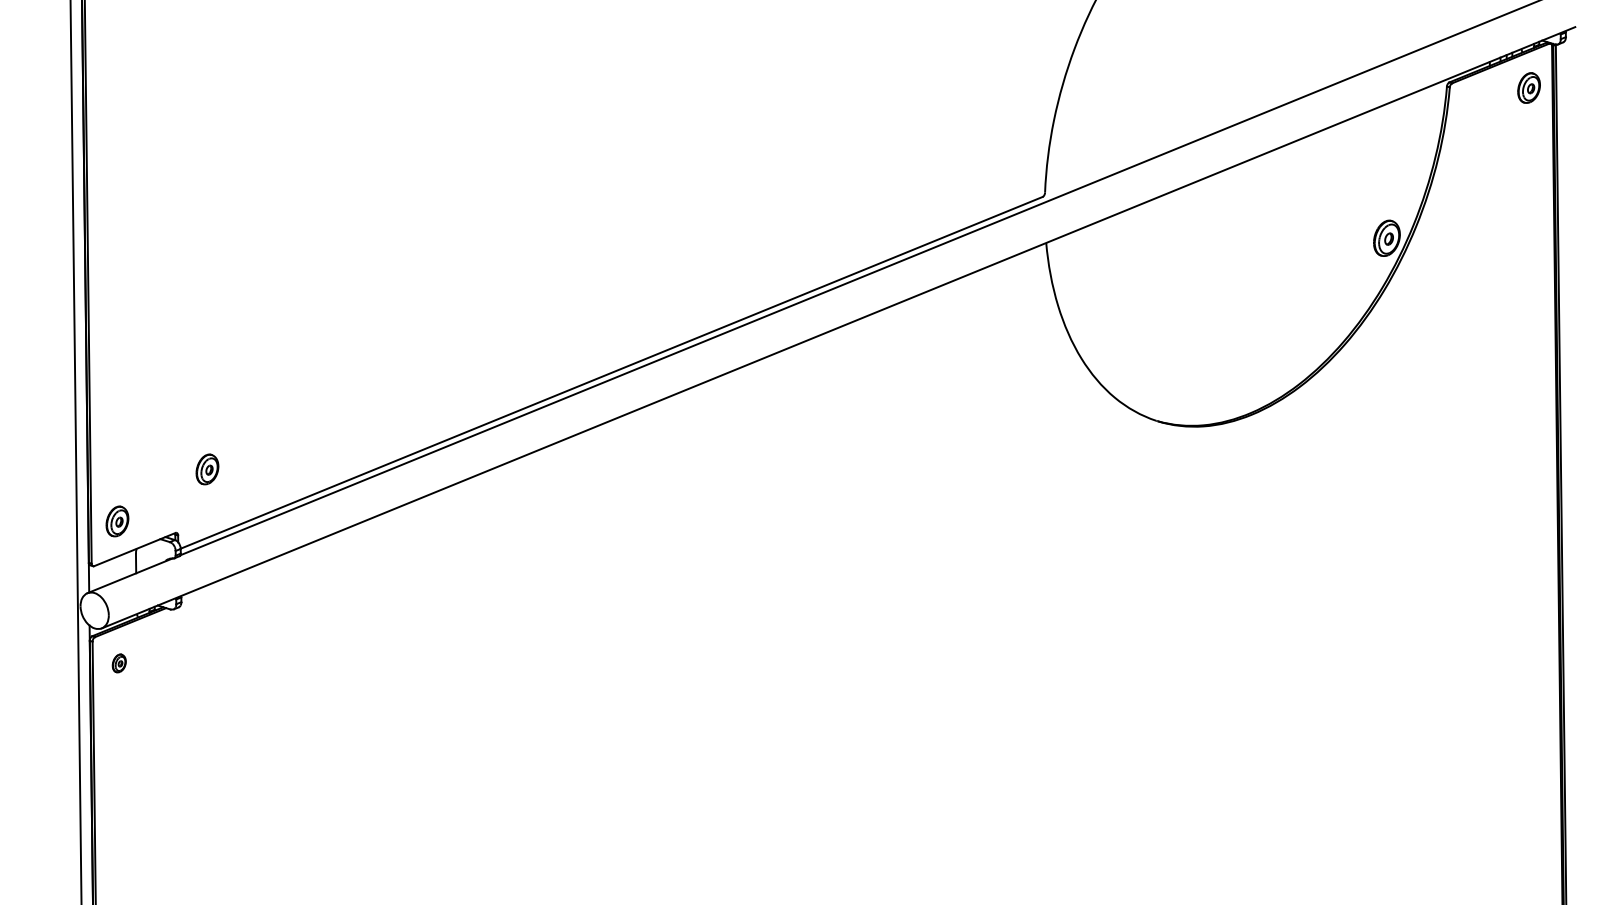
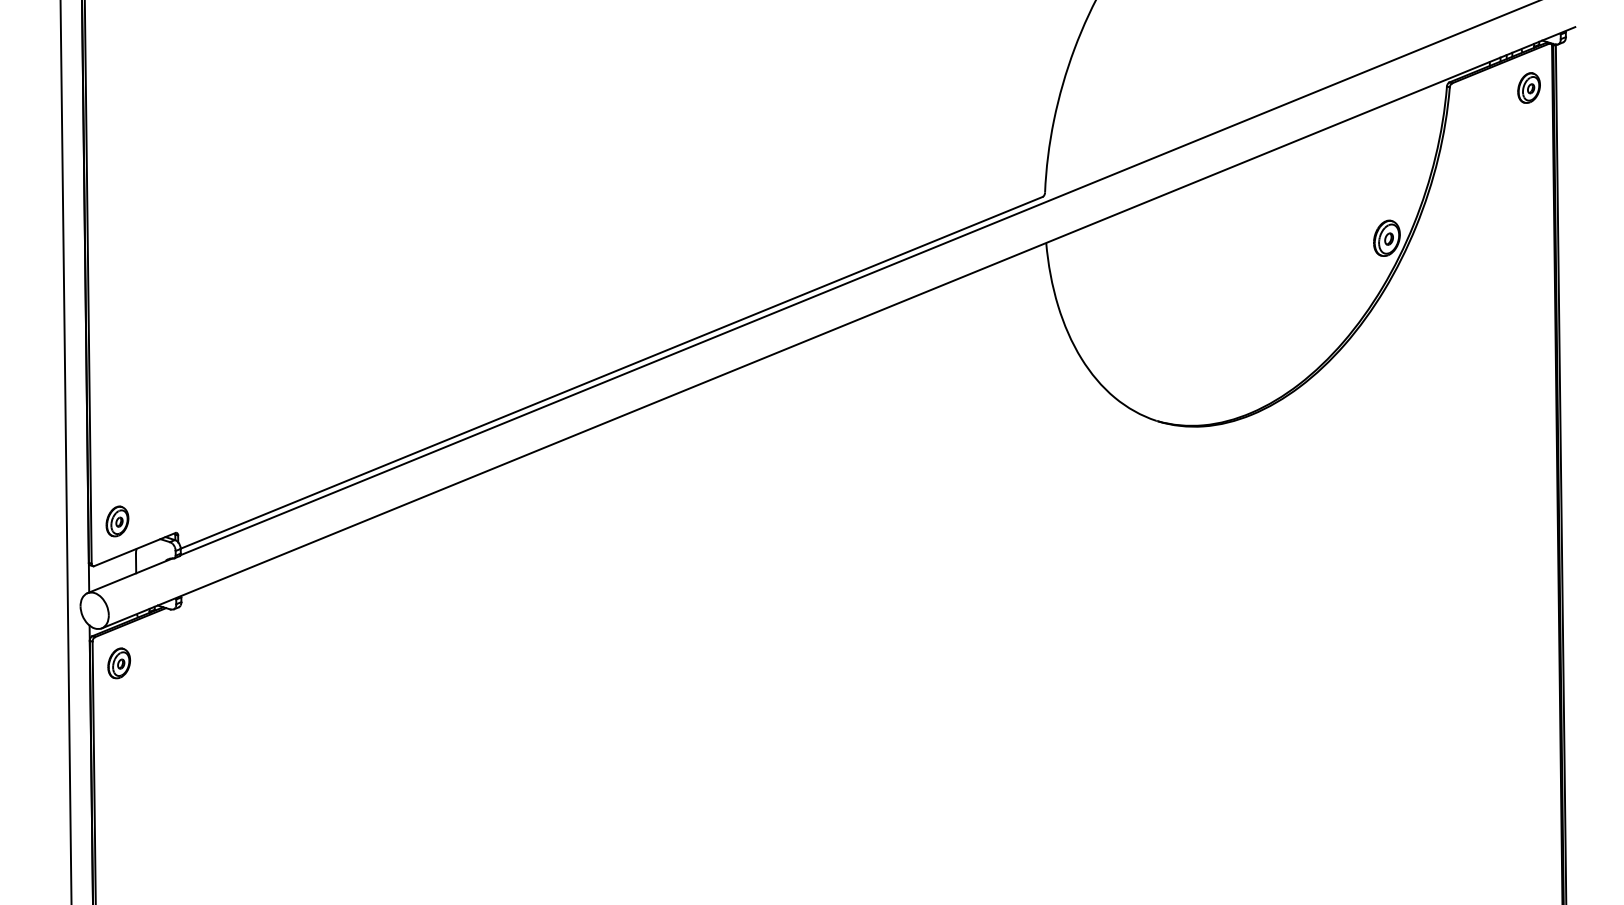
line at (75, 451) position: (75, 451) -> (65, 451)
part at (207, 469): present -> none
part at (118, 663) size: 16x21 px -> 25x33 px
